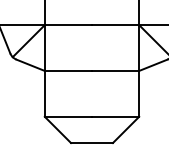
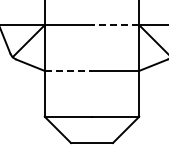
line at (115, 25): solid -> dashed
line at (68, 70): solid -> dashed
